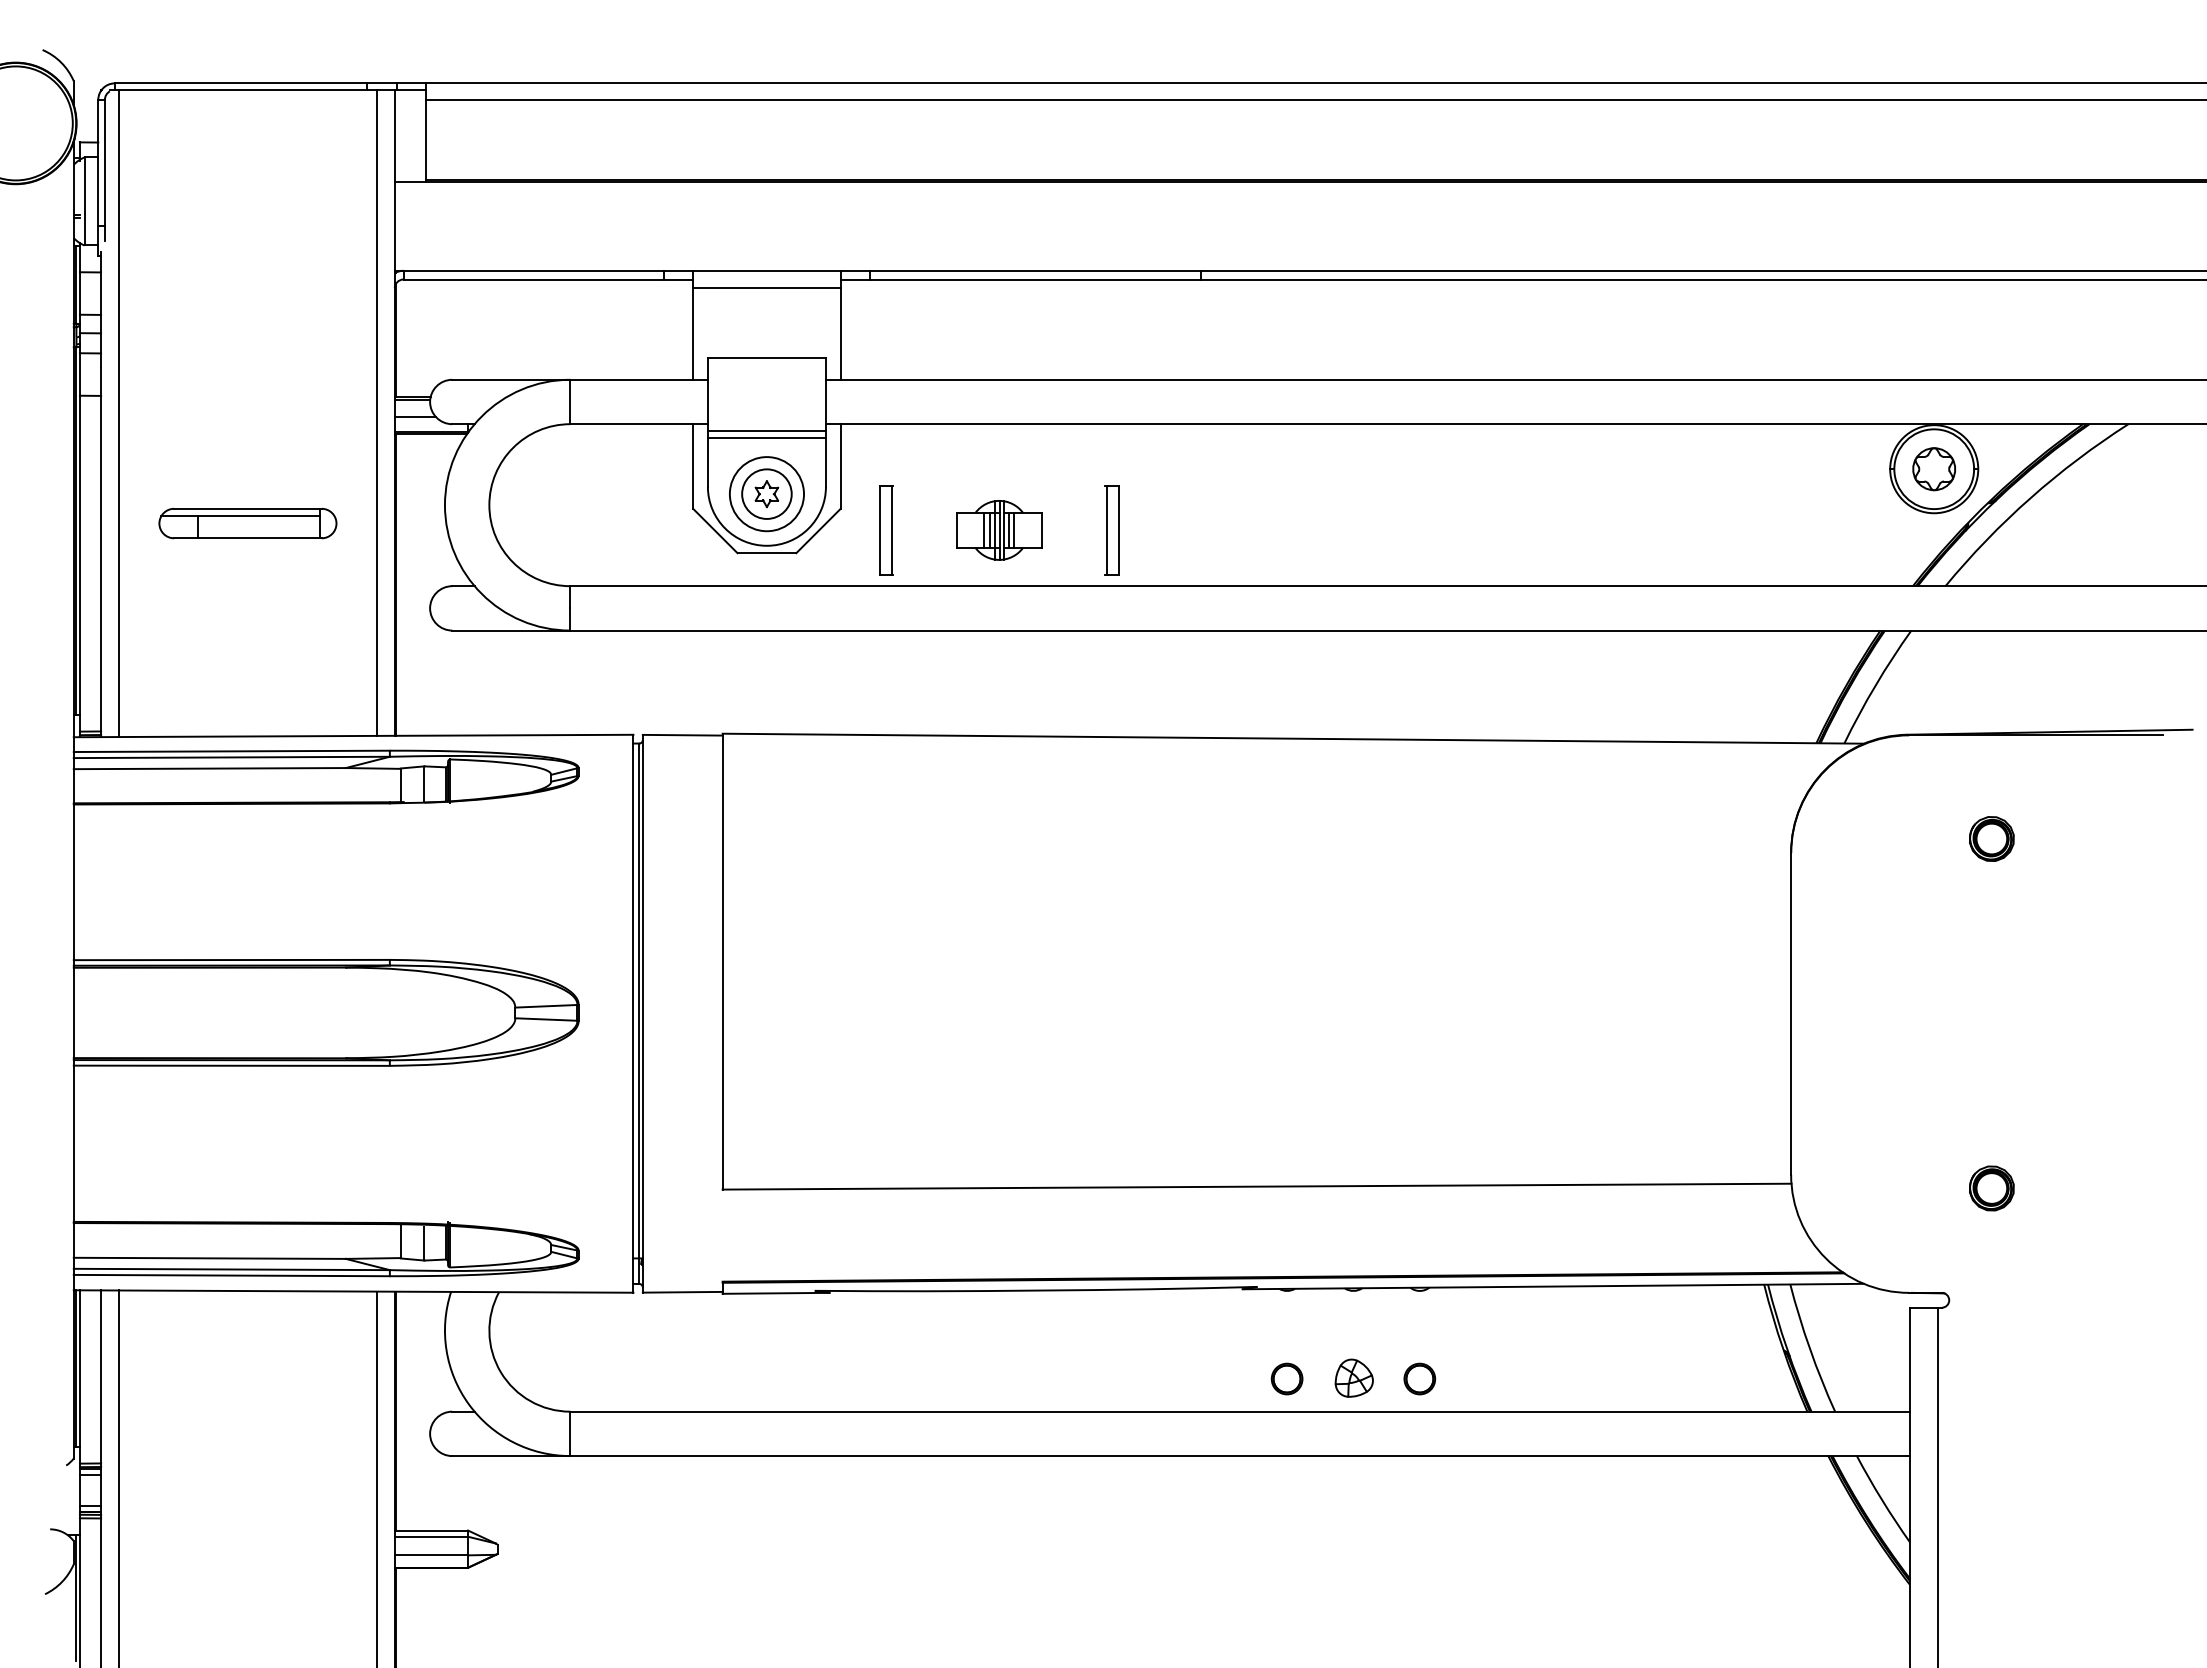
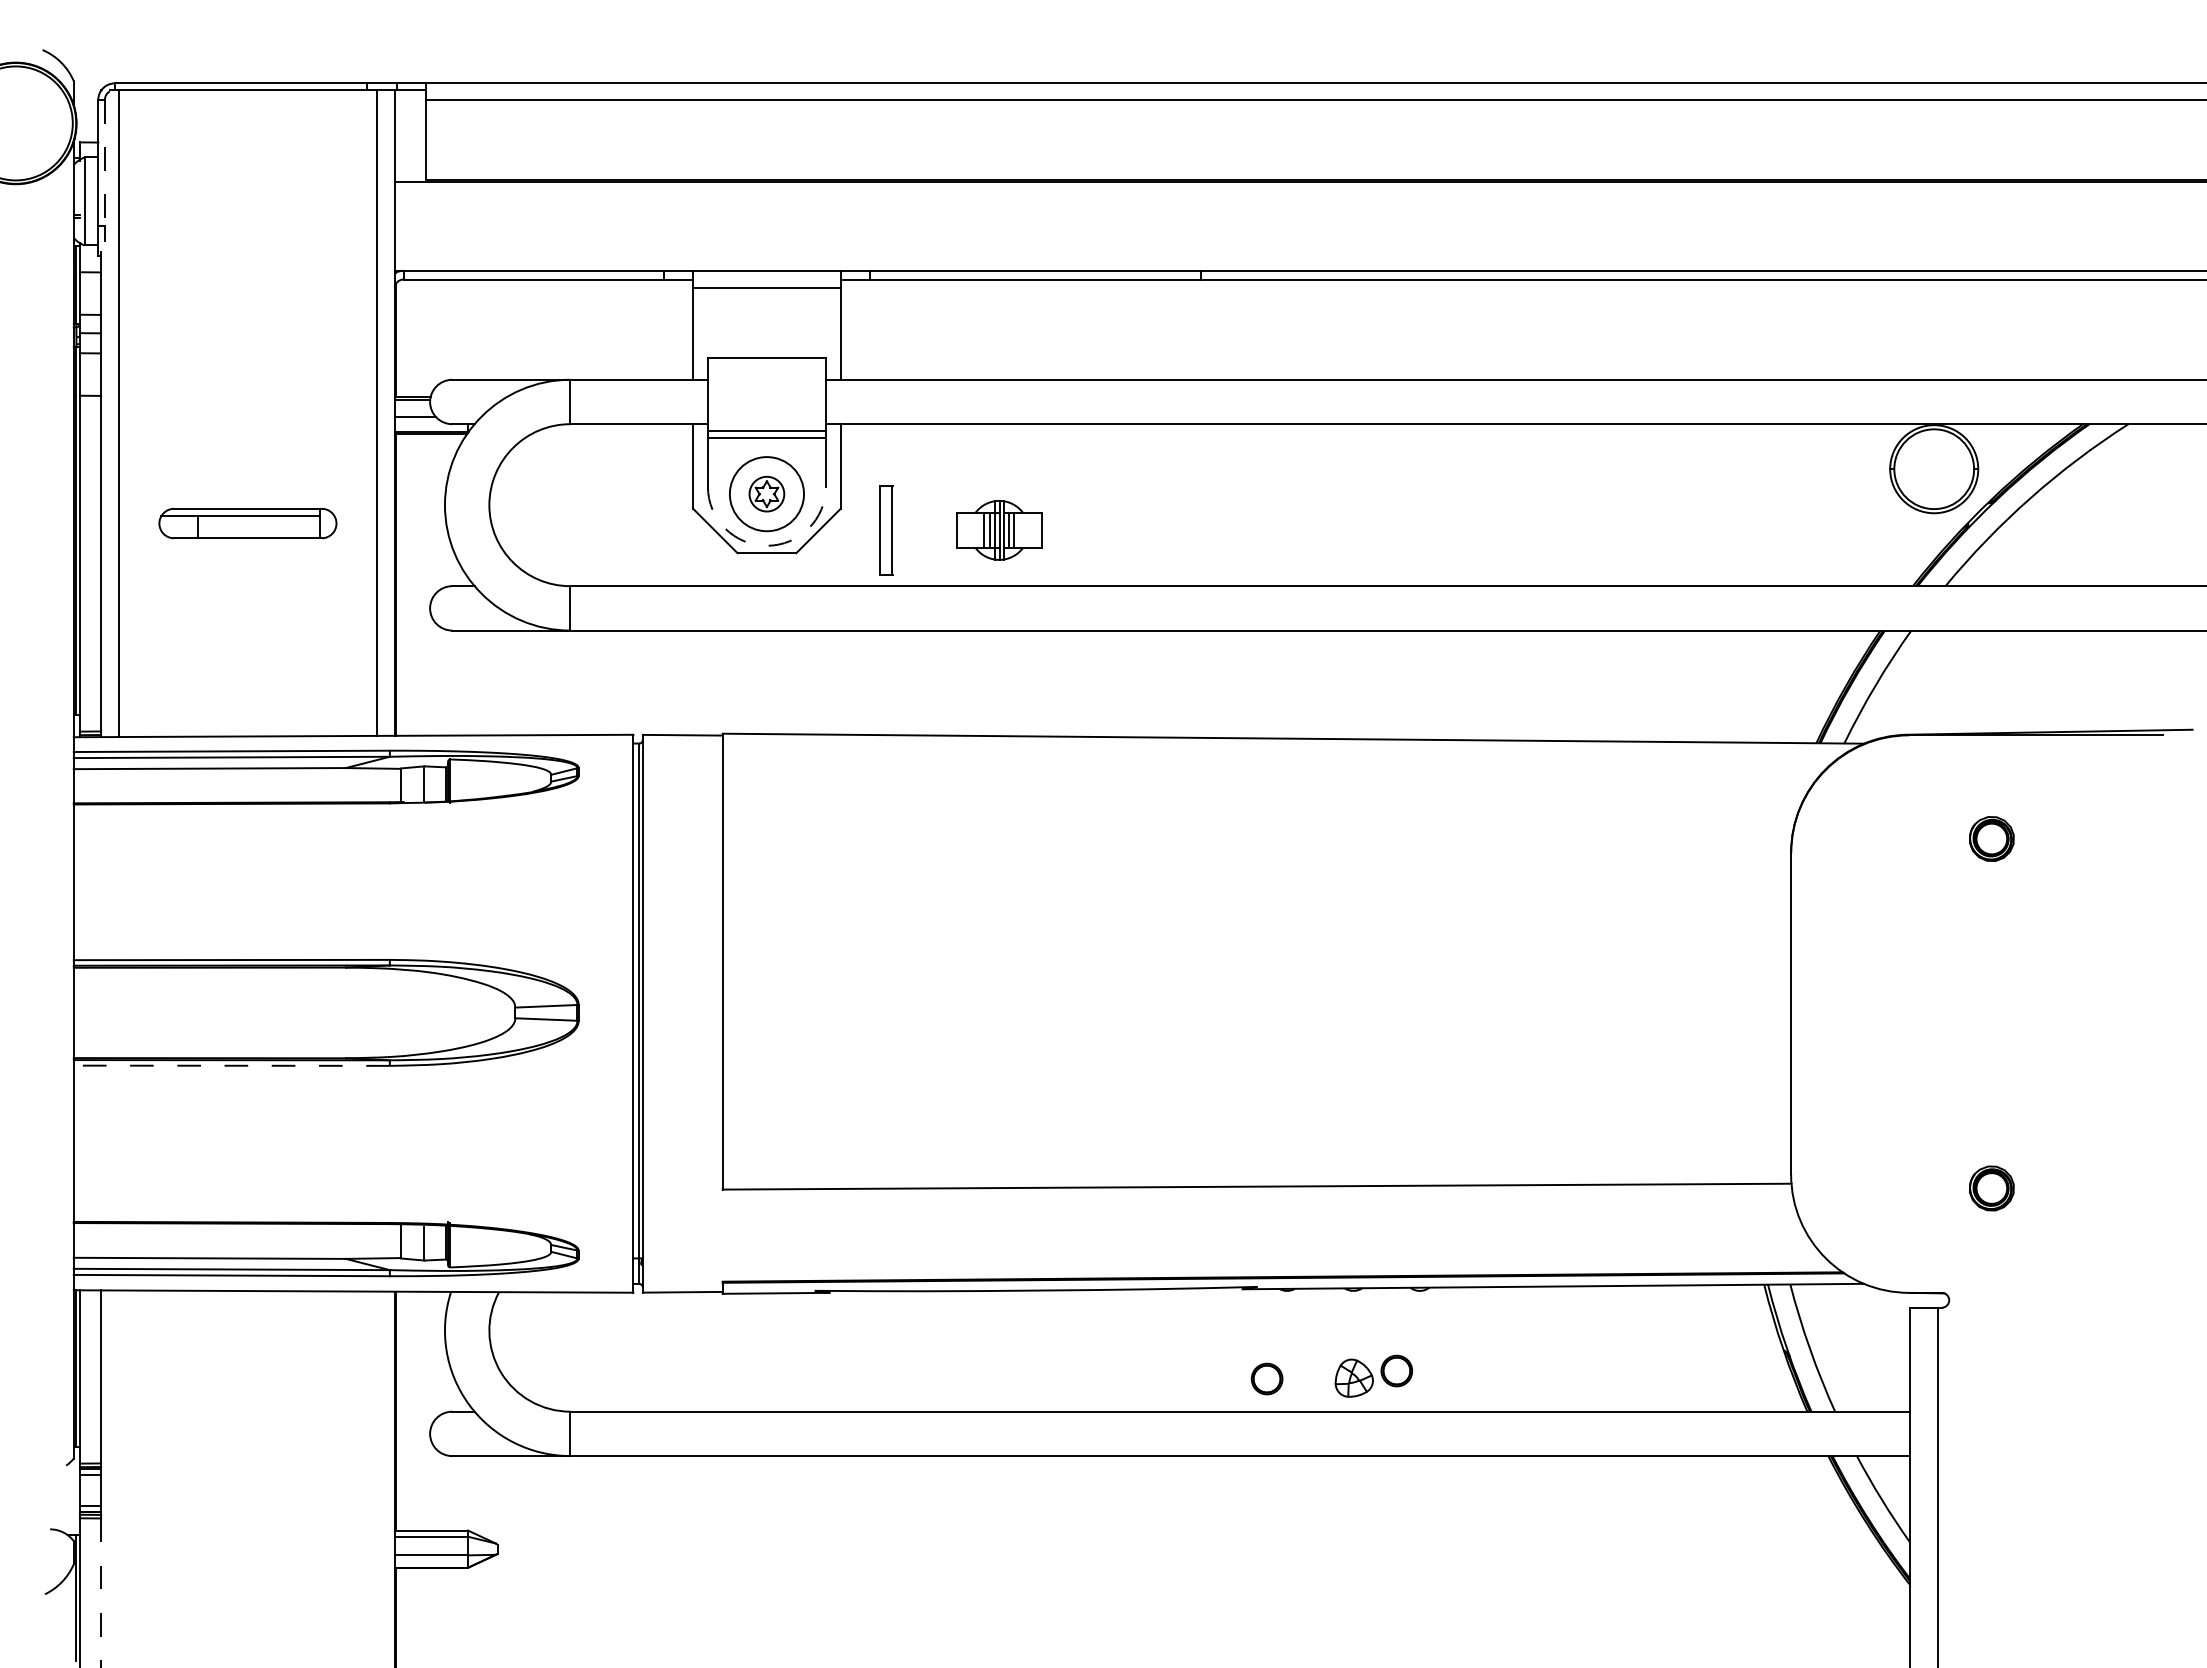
line at (104, 163): solid -> dashed
part at (1933, 469): present -> none
circle at (766, 493) diameter: 50 px -> 35 px
part at (1111, 530): present -> none
arc at (766, 545): solid -> dashed
line at (231, 1065): solid -> dashed
part at (1286, 1378) position: (1286, 1378) -> (1266, 1378)
part at (1419, 1378) position: (1419, 1378) -> (1396, 1370)
line at (118, 1477): present -> none
line at (377, 1477): present -> none
line at (101, 1593): solid -> dashed
